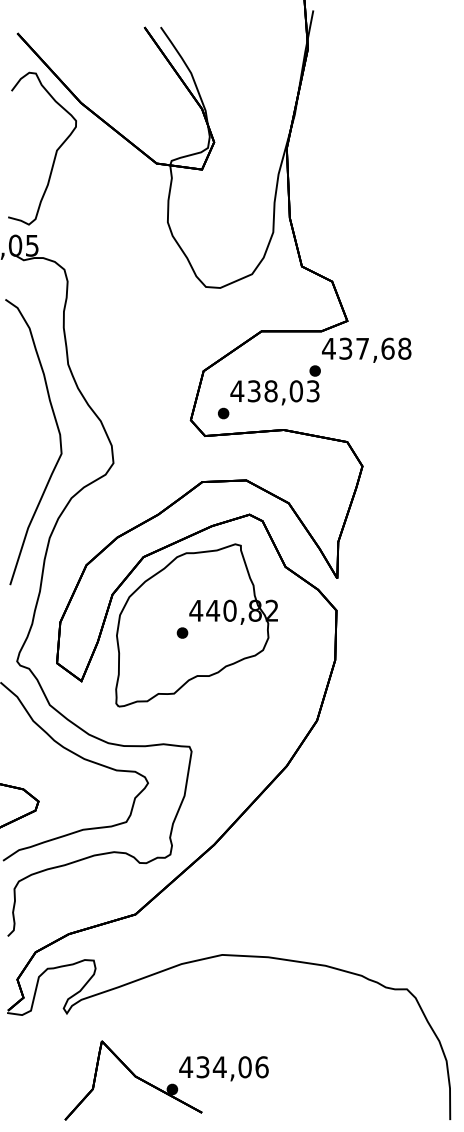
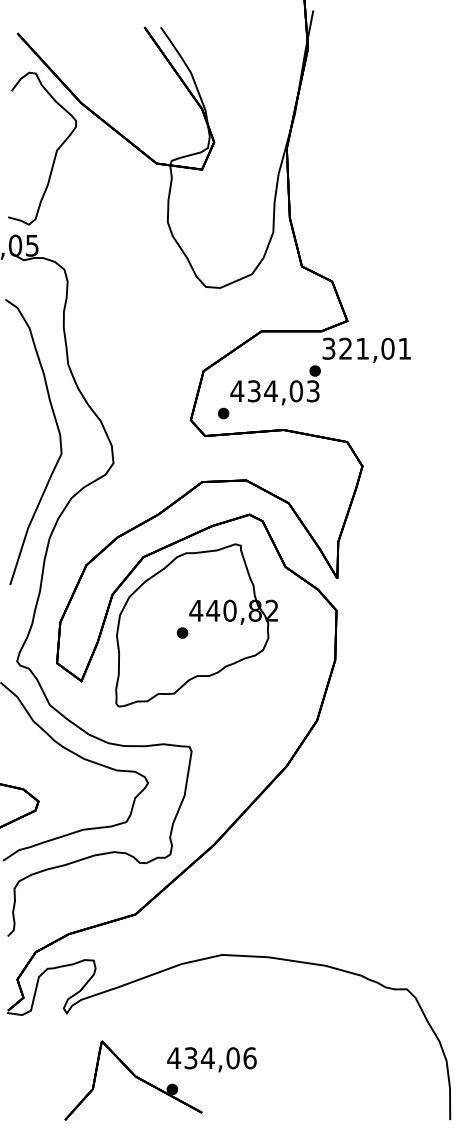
text at (366, 348): 437,68 -> 321,01
text at (271, 391): 438,03 -> 434,03
text at (223, 1068) position: (223, 1068) -> (211, 1059)
